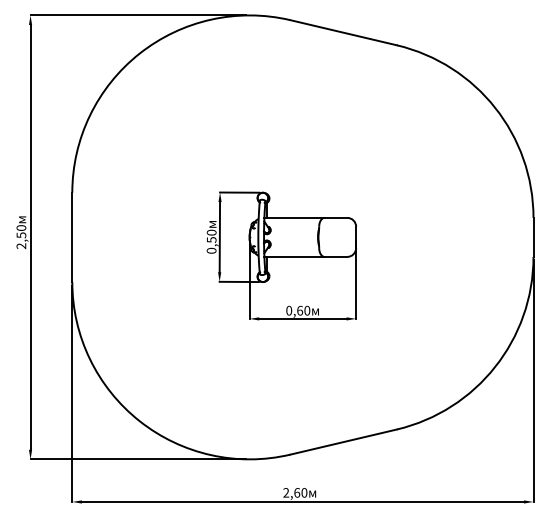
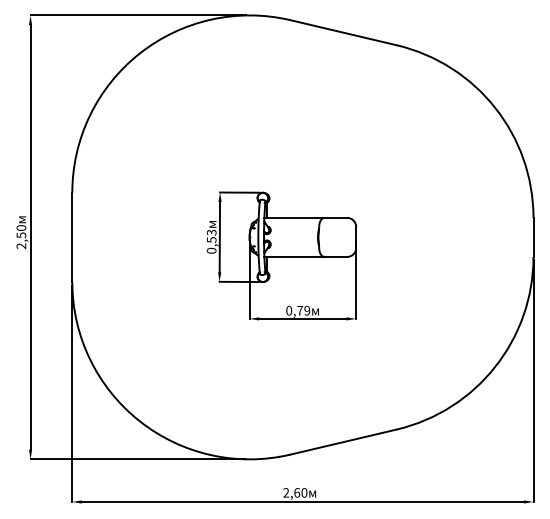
text at (211, 232): 0,50 -> 0,53
text at (303, 310): 0,60 -> 0,79
